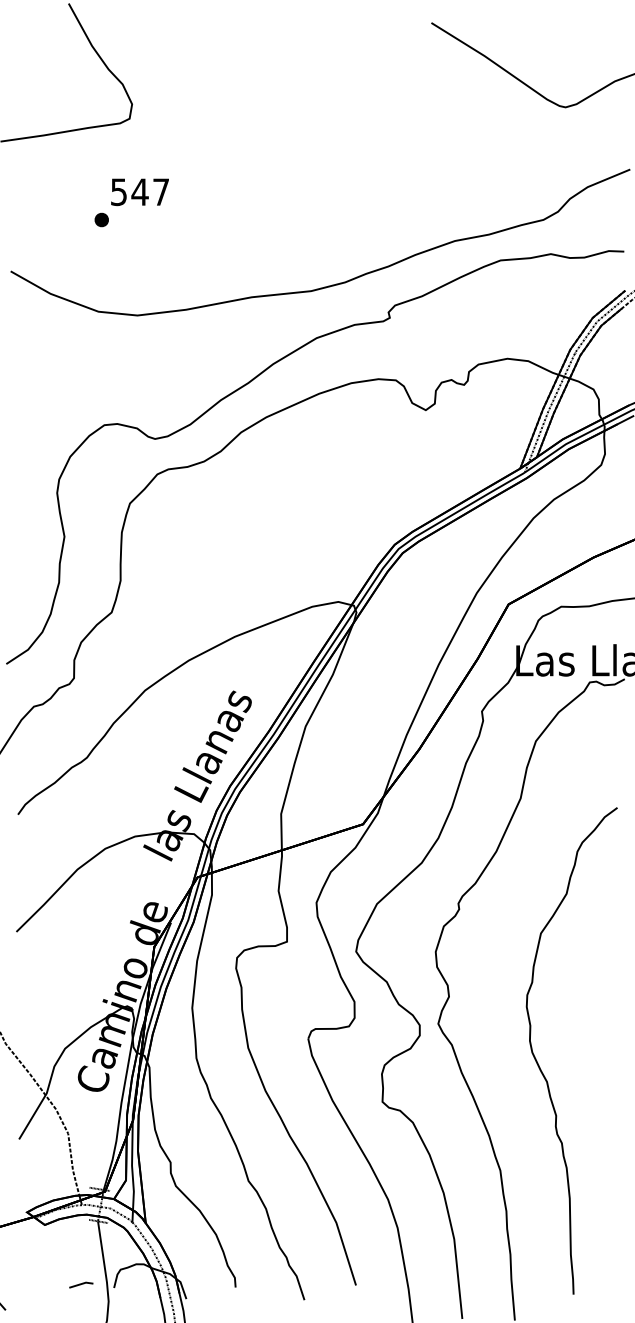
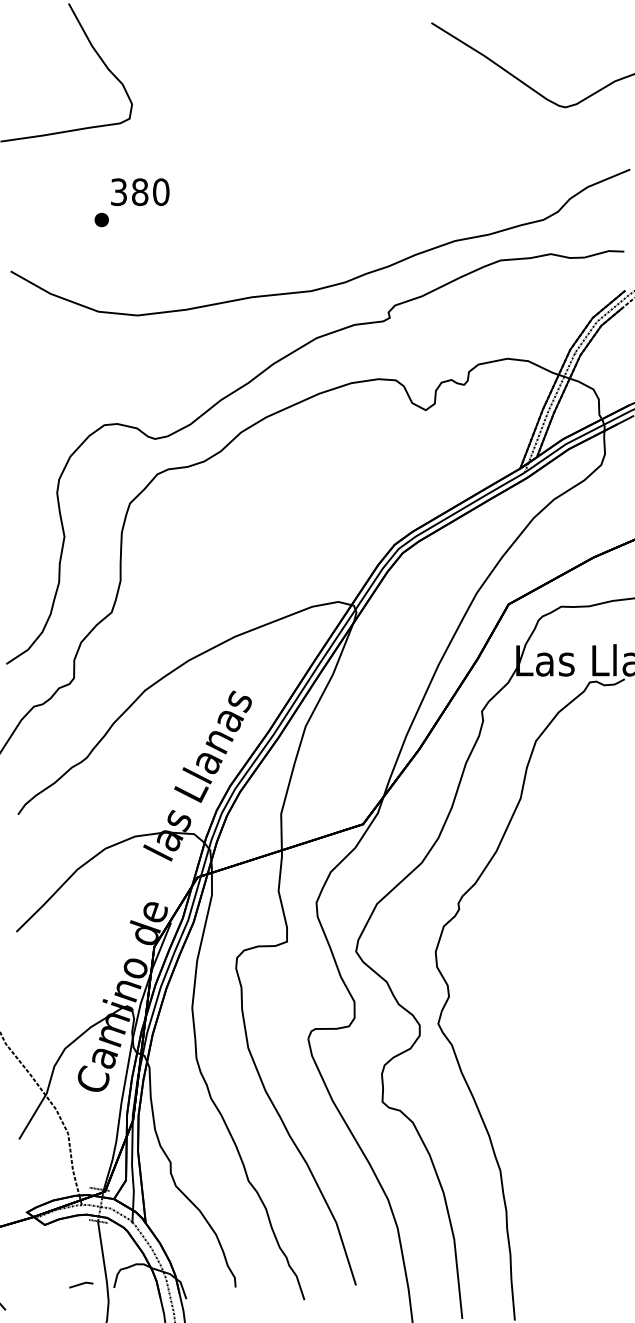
text at (140, 192): 547 -> 380
curve at (539, 1065): present -> none
